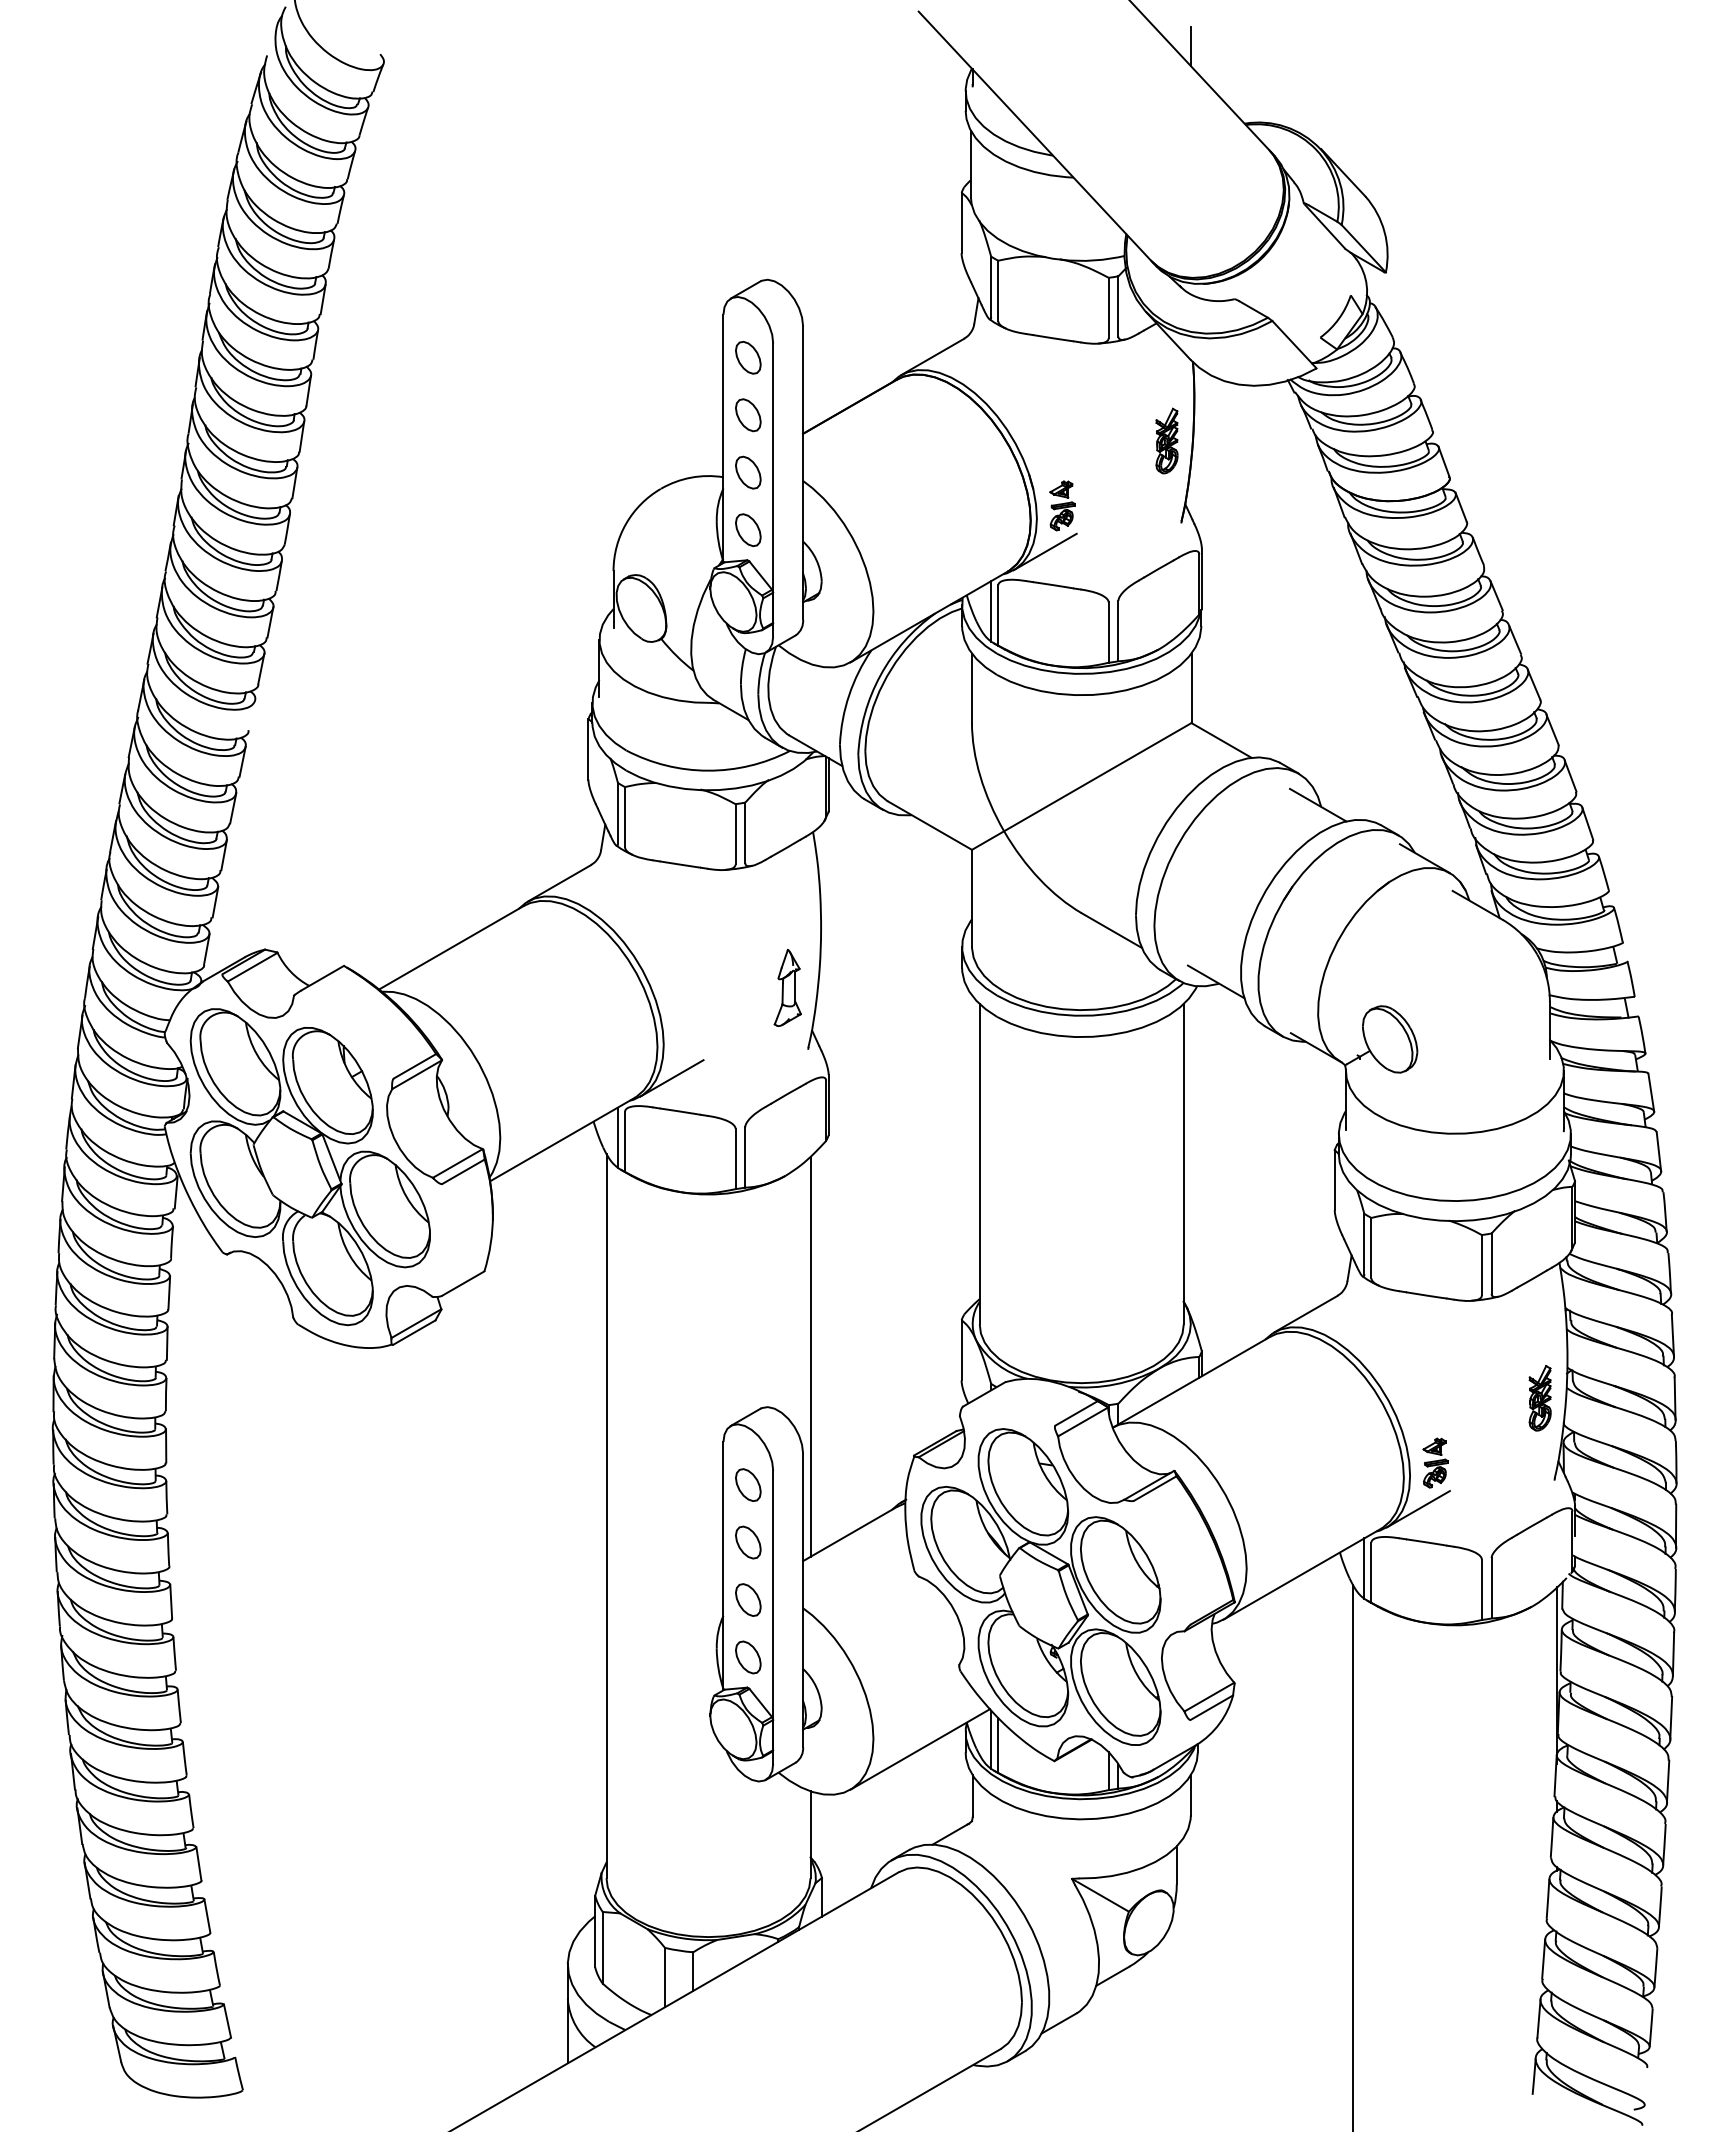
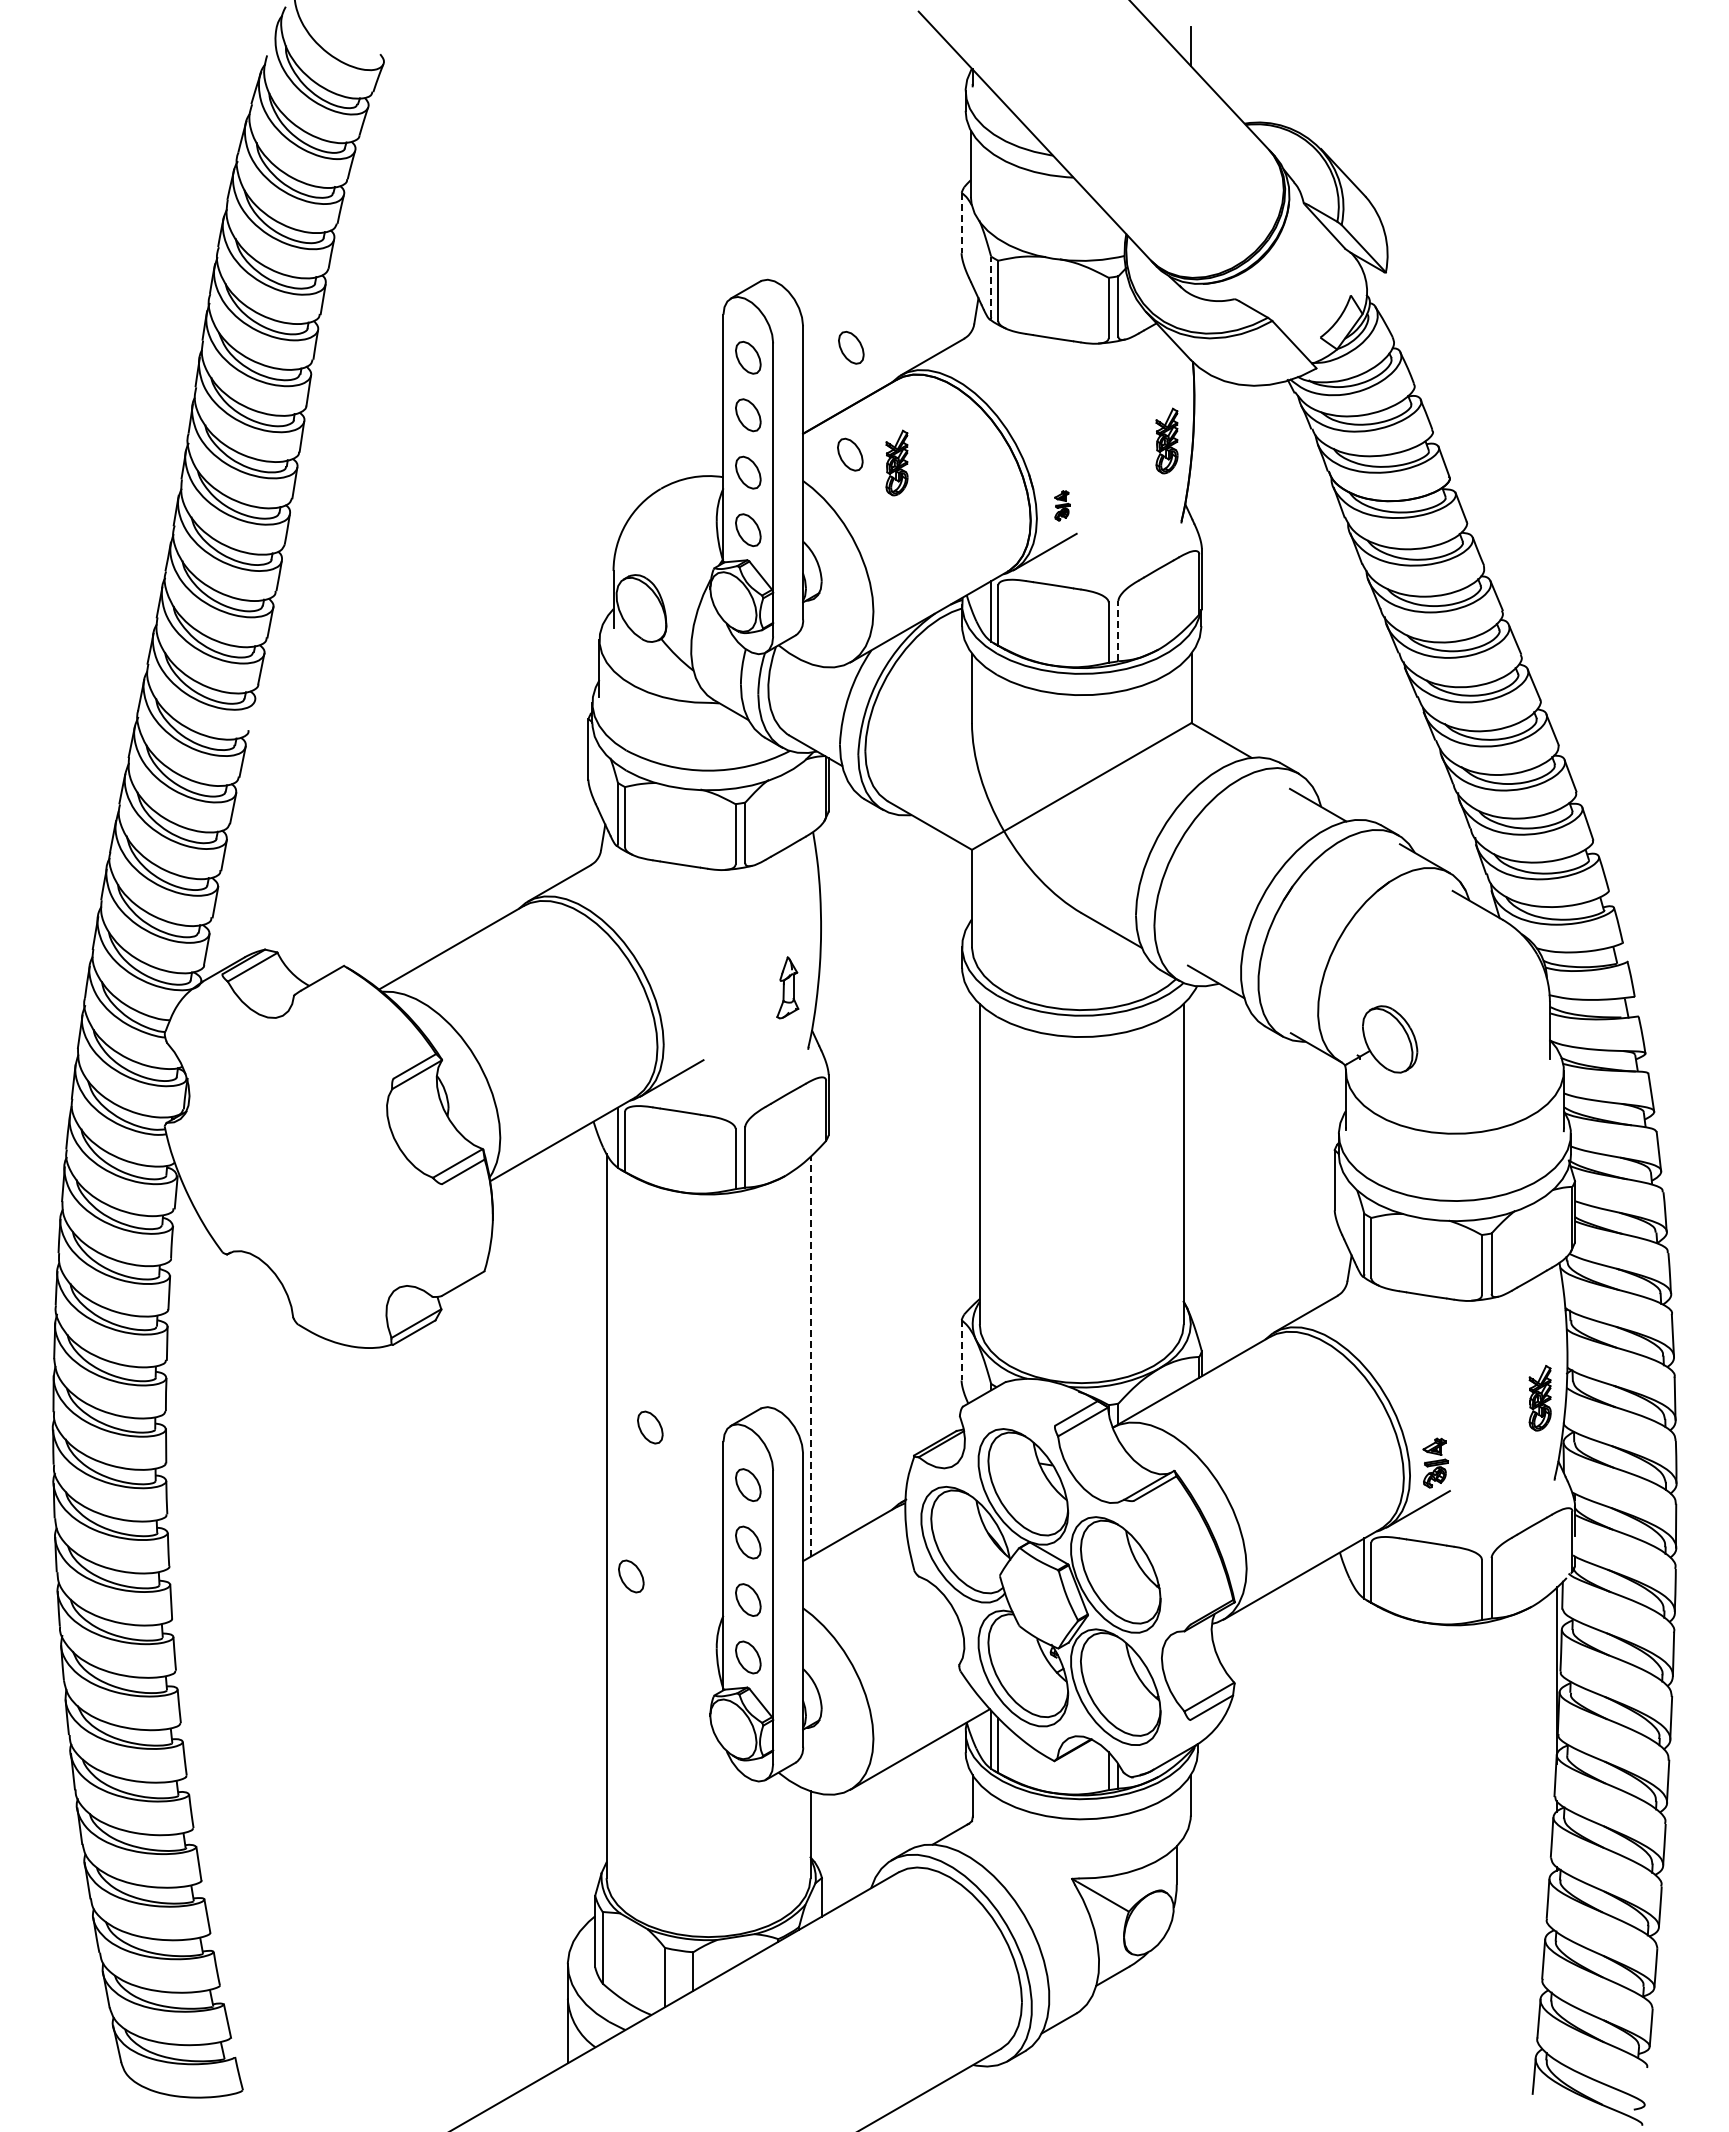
line at (961, 223): solid -> dashed
line at (991, 286): solid -> dashed
part at (851, 347): none -> present
part at (850, 454): none -> present
part at (896, 462): none -> present
part at (1062, 505) size: 27x52 px -> 17x32 px
line at (1118, 630): solid -> dashed
part at (787, 987) size: 29x79 px -> 24x64 px
part at (309, 1167): present -> none
line at (961, 1350): solid -> dashed
line at (810, 1356): solid -> dashed
part at (650, 1427): none -> present
part at (631, 1576): none -> present
line at (1352, 1856): present -> none
